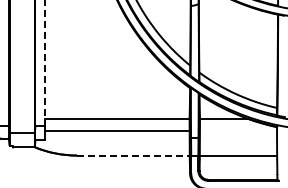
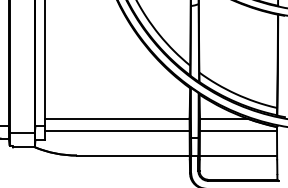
line at (44, 63): dashed -> solid
line at (238, 131): none -> present
line at (133, 155): dashed -> solid
